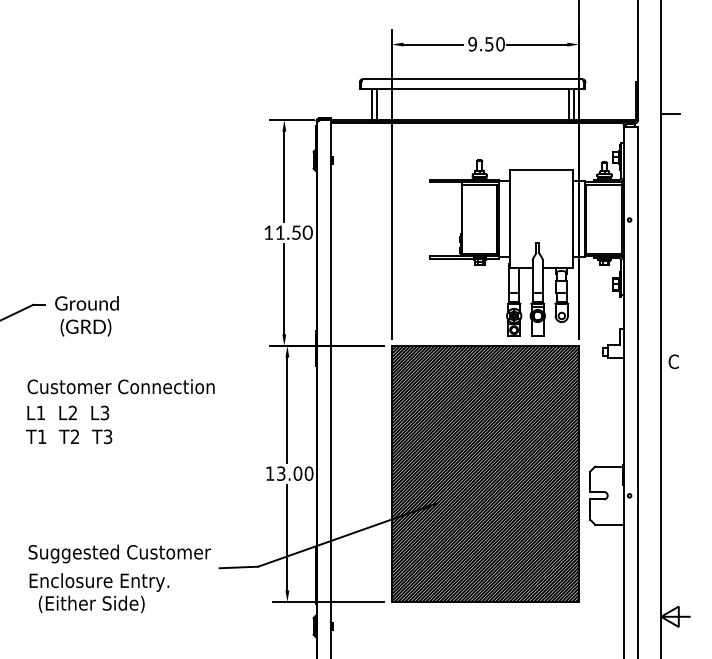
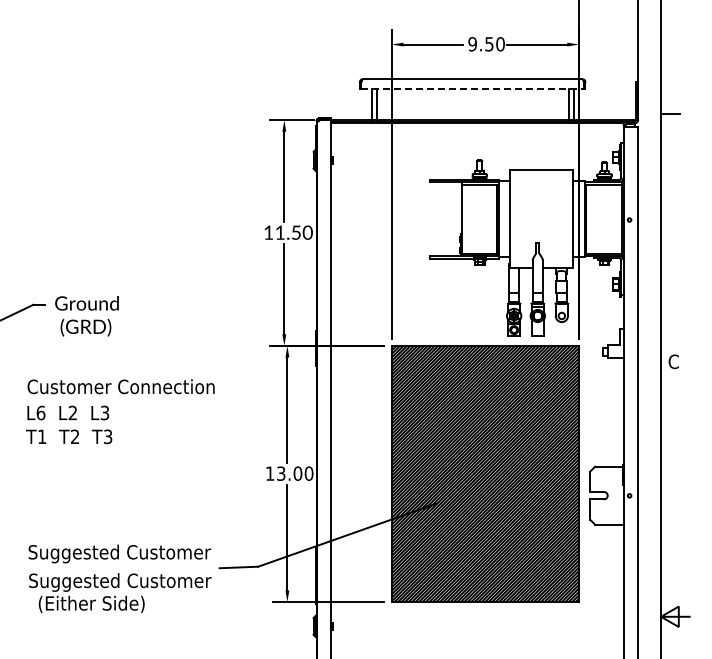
line at (472, 89): solid -> dashed
text at (40, 412): L1 -> L6
text at (120, 582): Enclosure Entry. -> Suggested Customer
